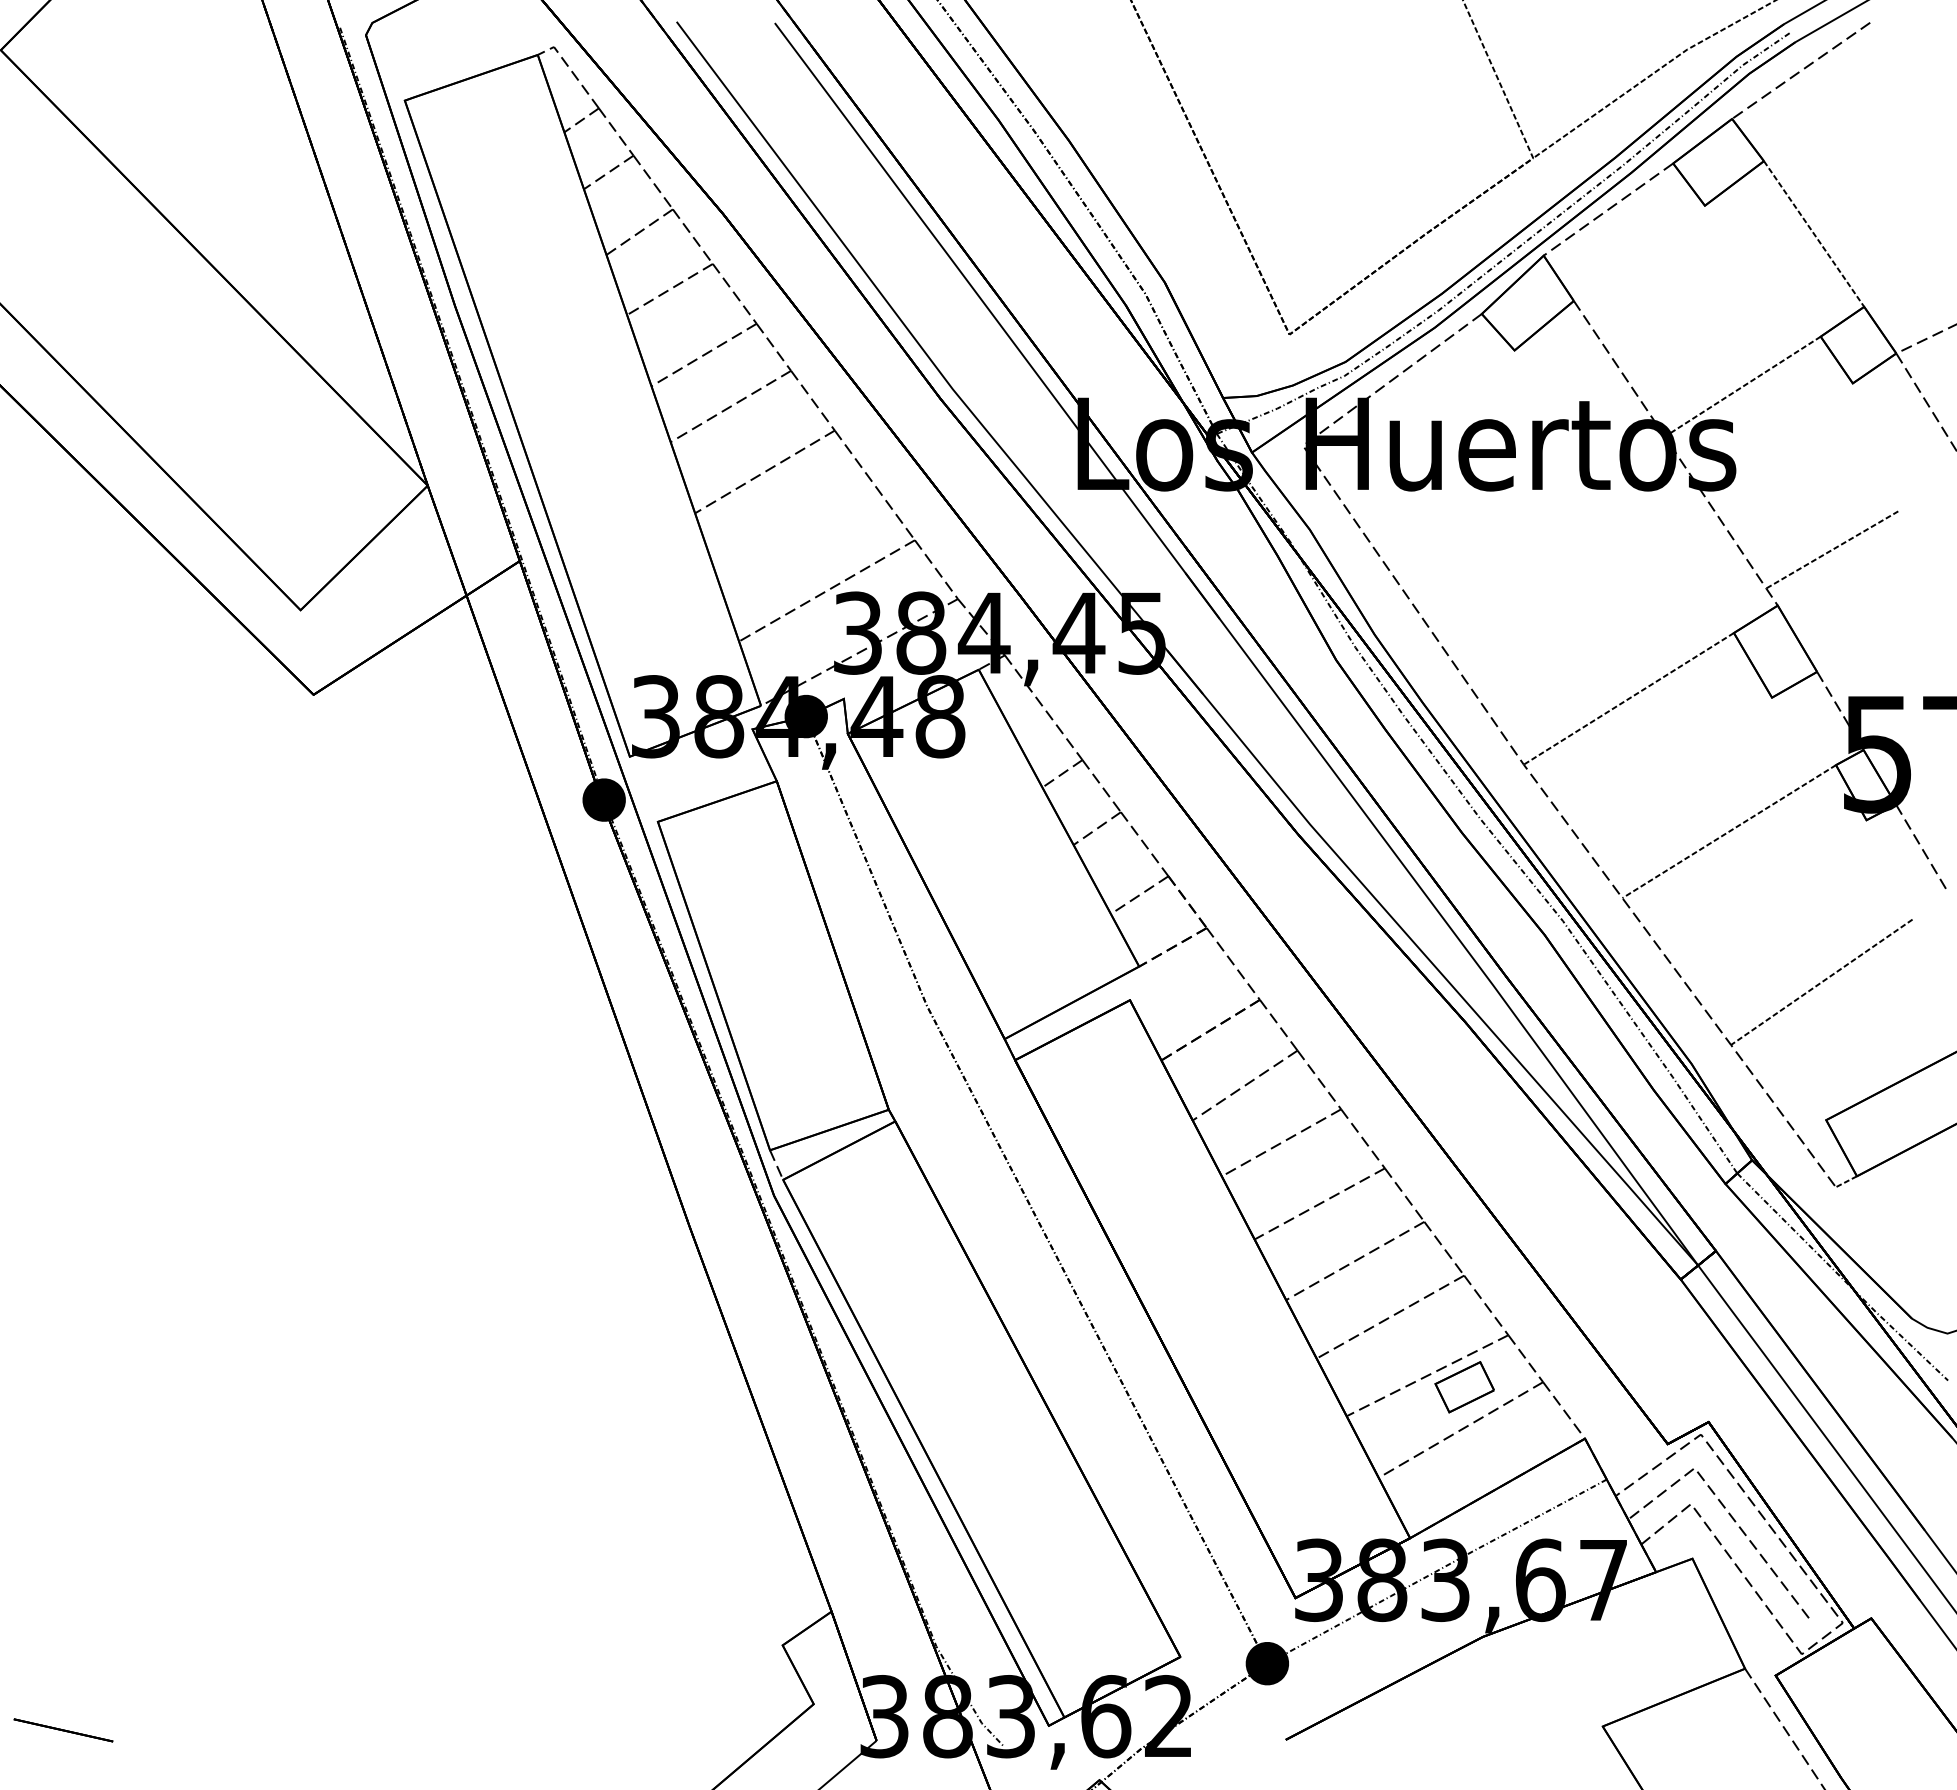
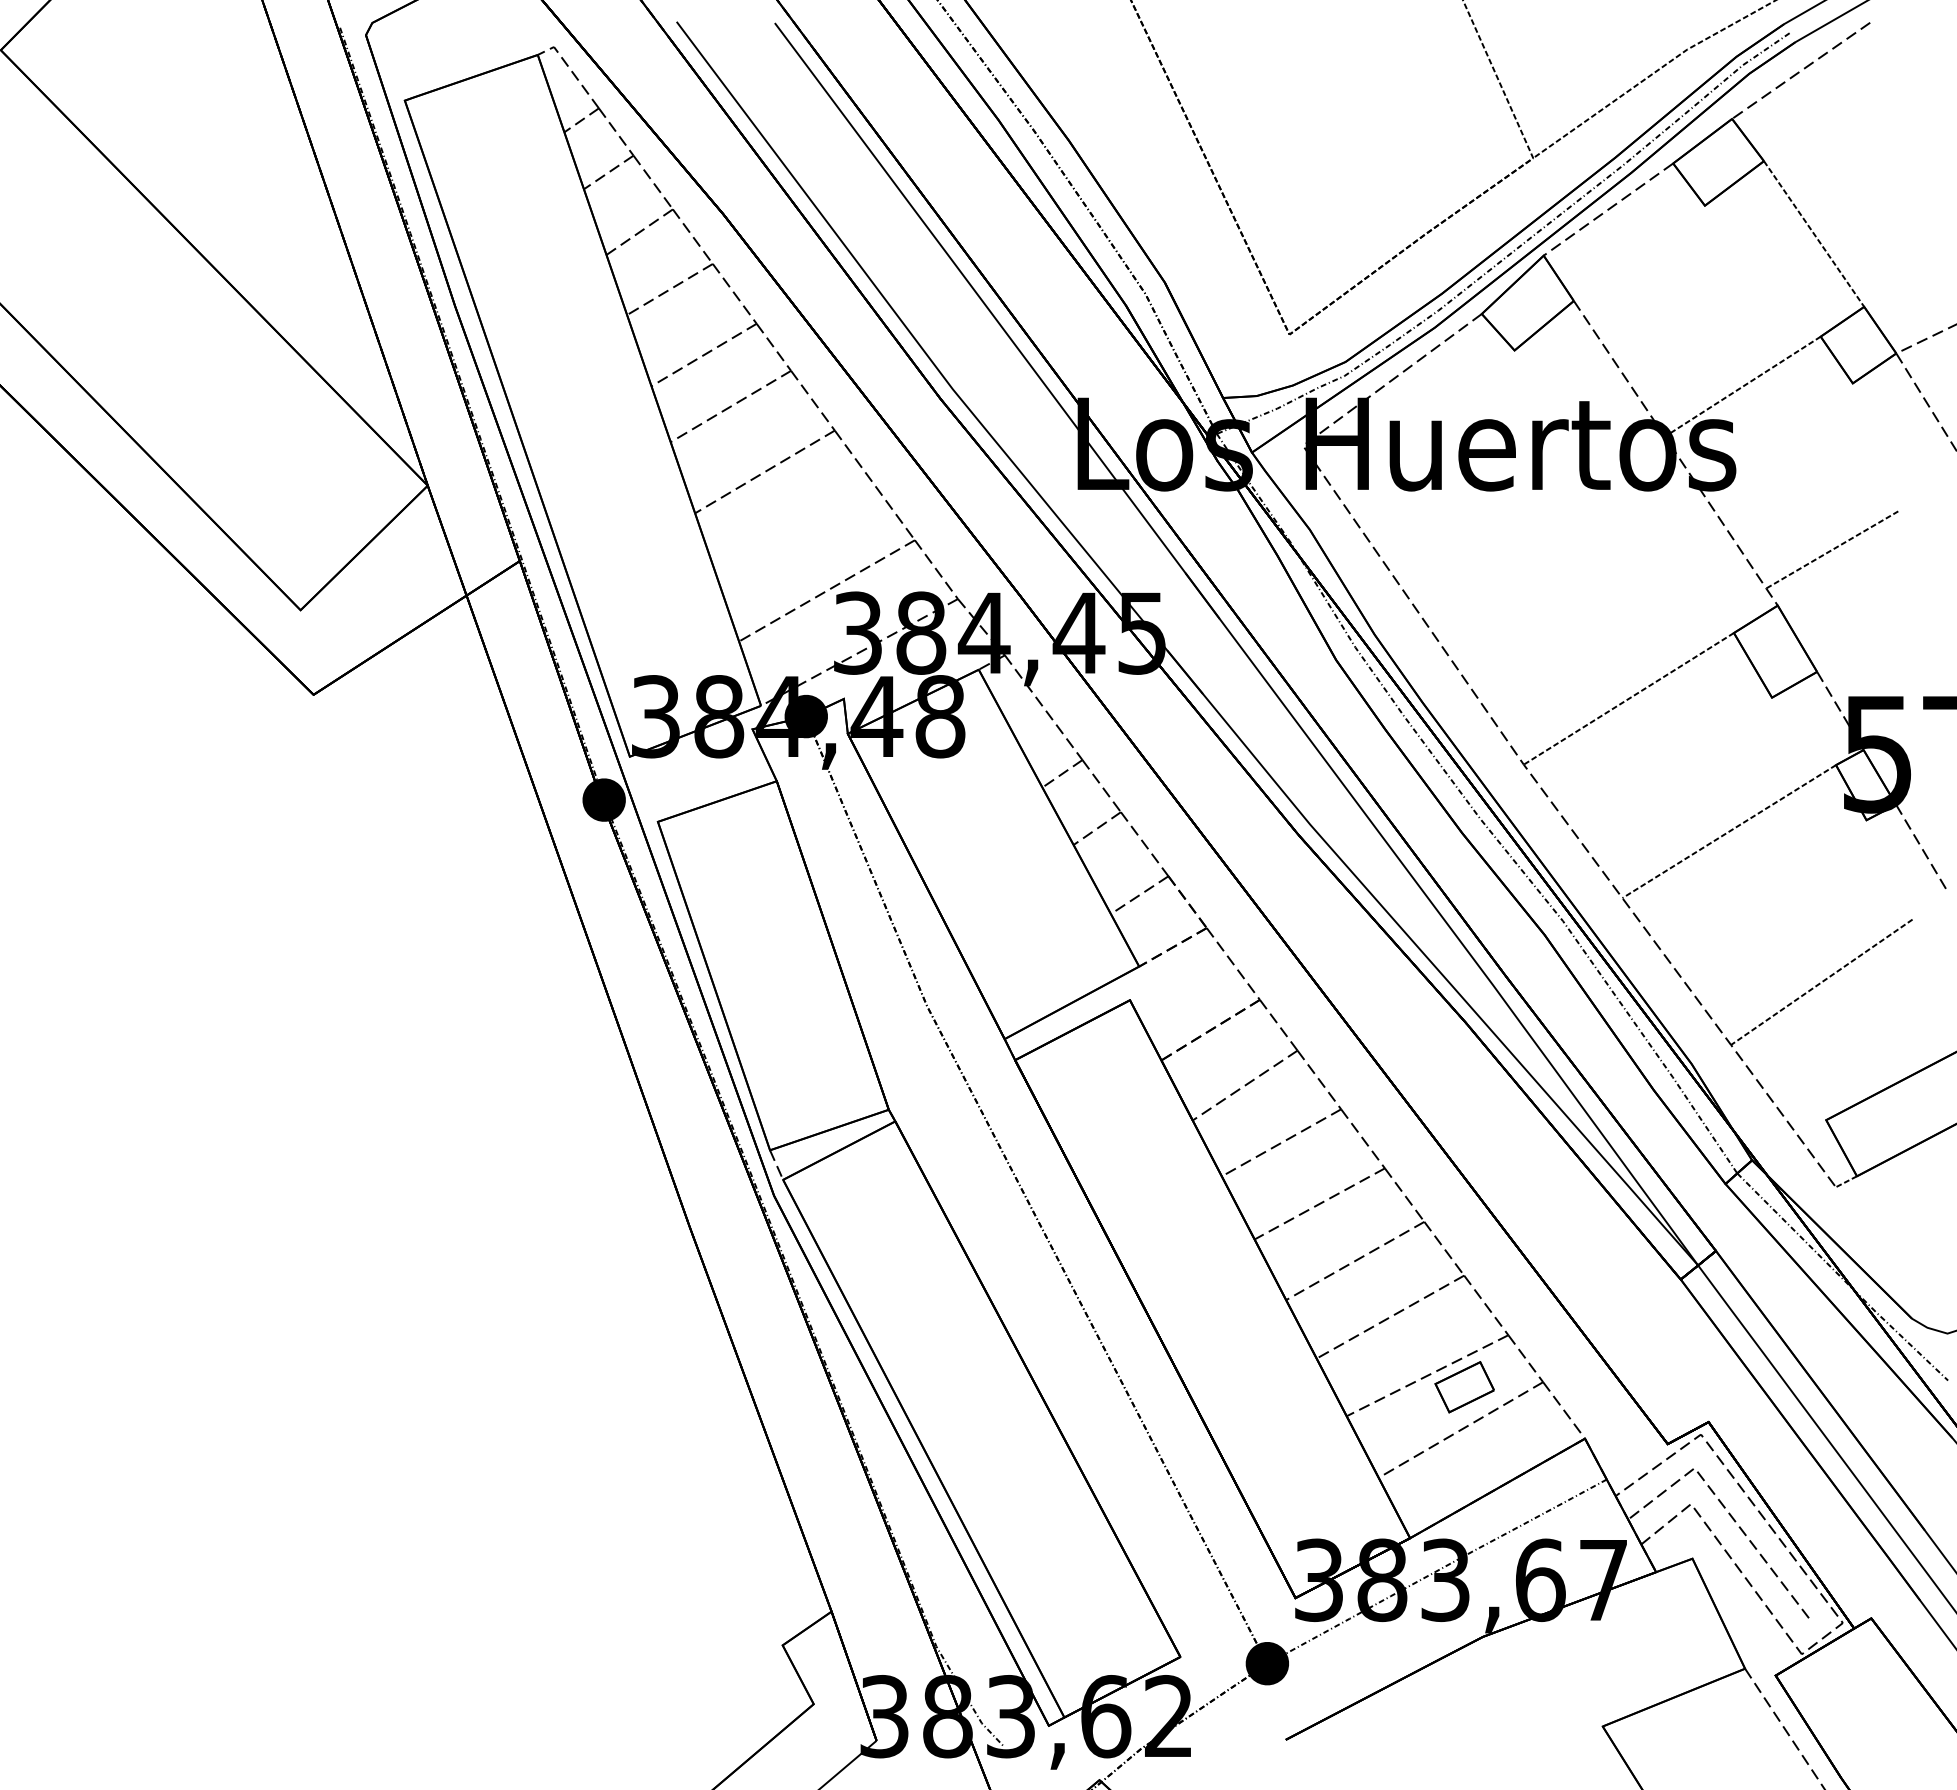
line at (63, 1730): present -> none
